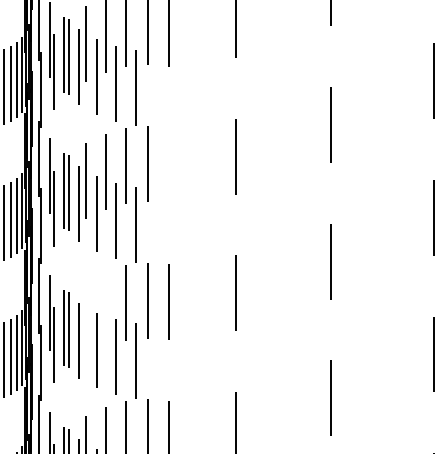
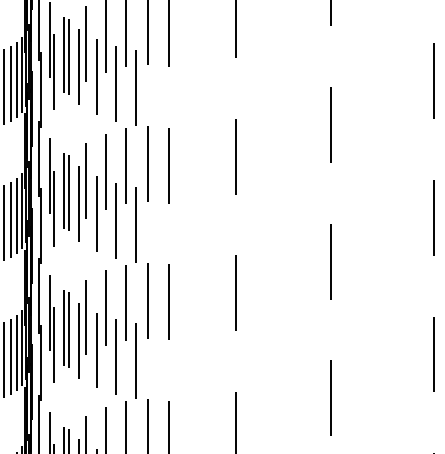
line at (169, 165): none -> present
line at (105, 307): none -> present
line at (86, 317): none -> present
